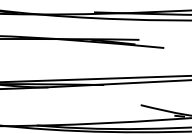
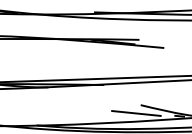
line at (136, 113): none -> present
